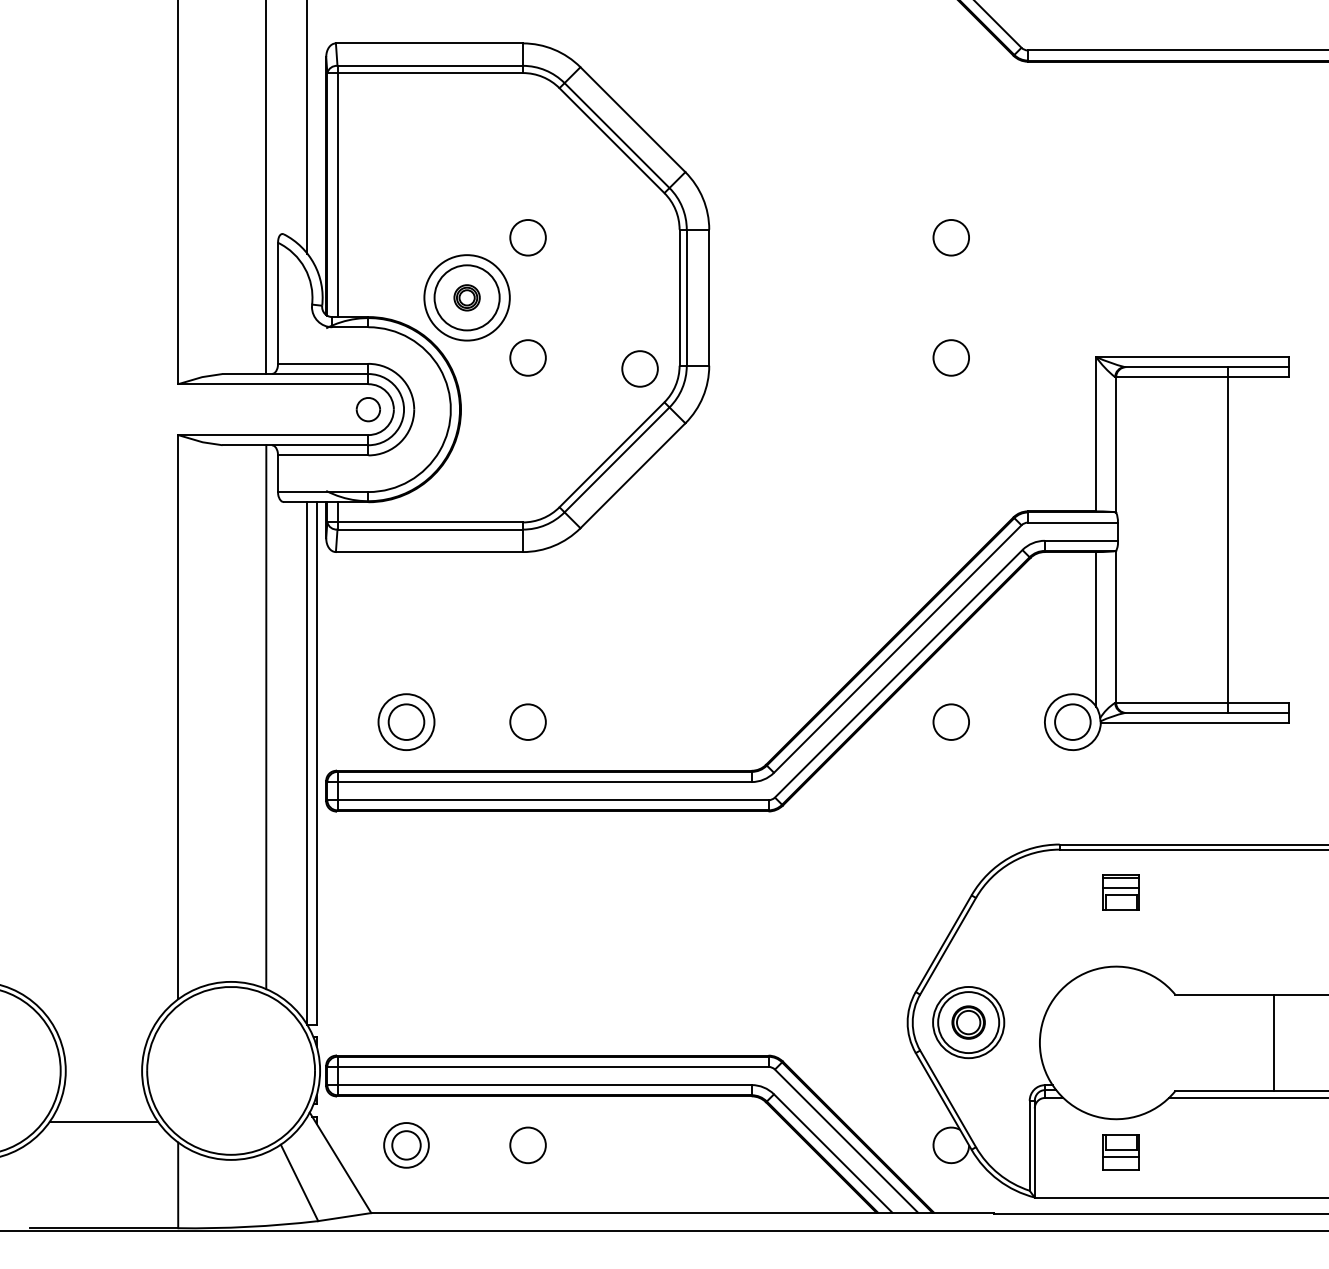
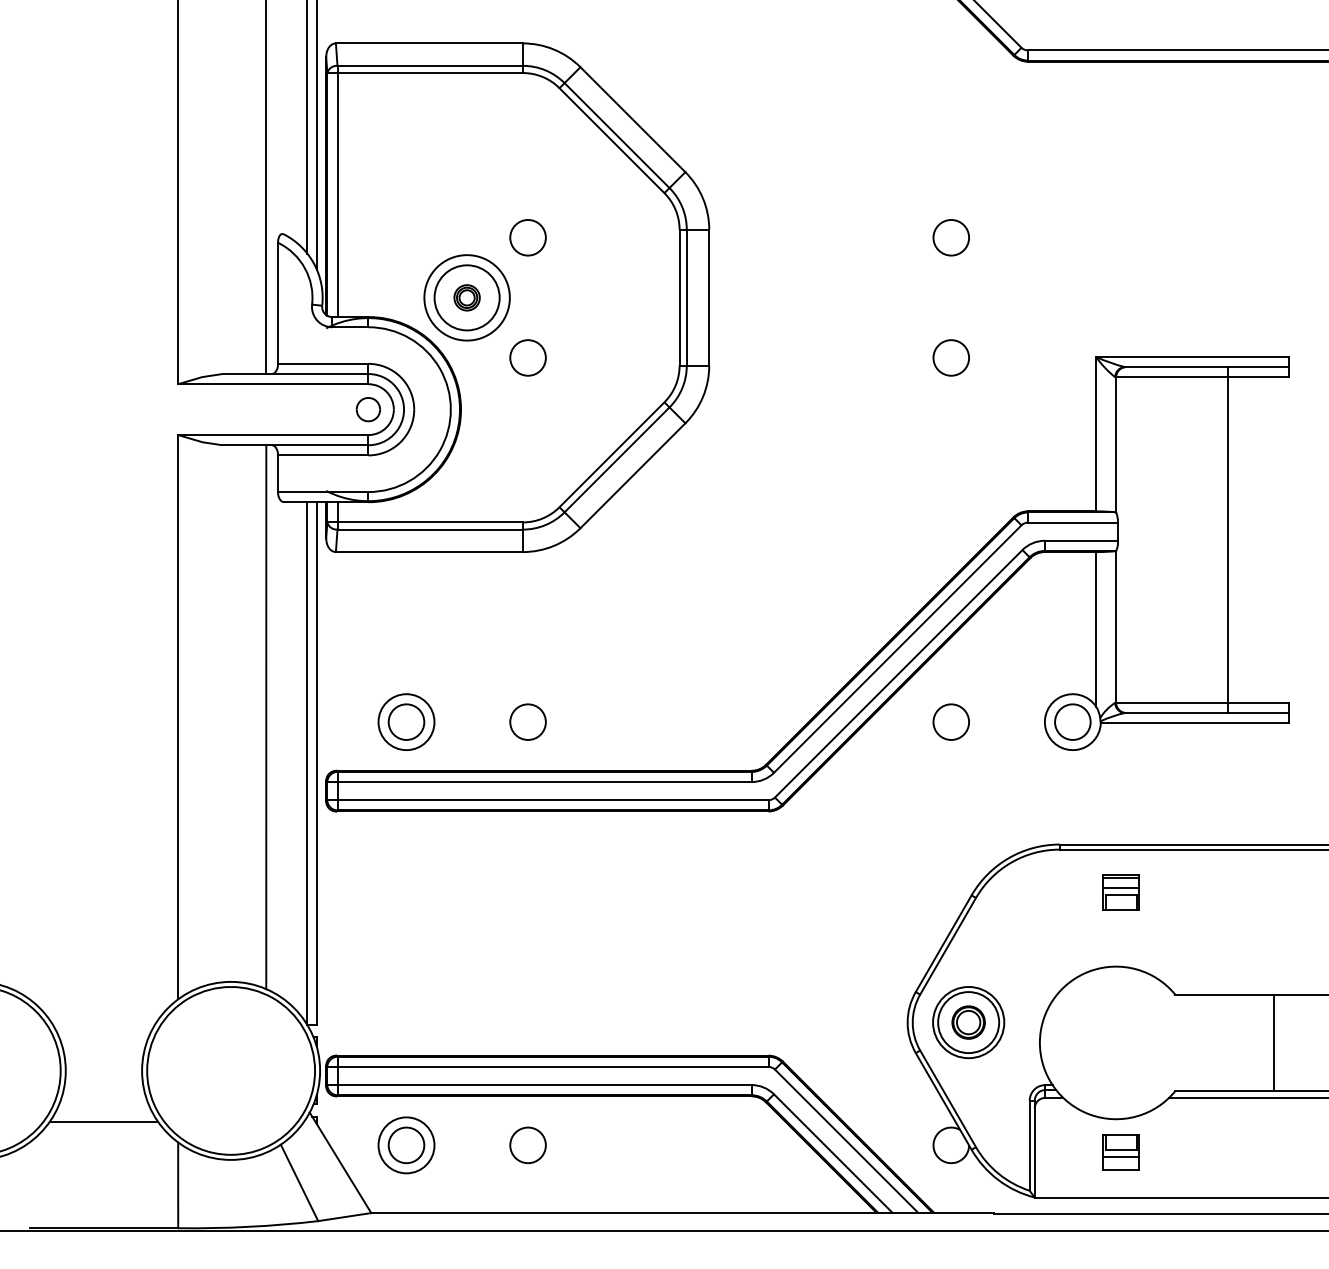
line at (316, 135): none -> present
circle at (639, 368): present -> none
part at (406, 1145) size: 47x47 px -> 59x59 px
